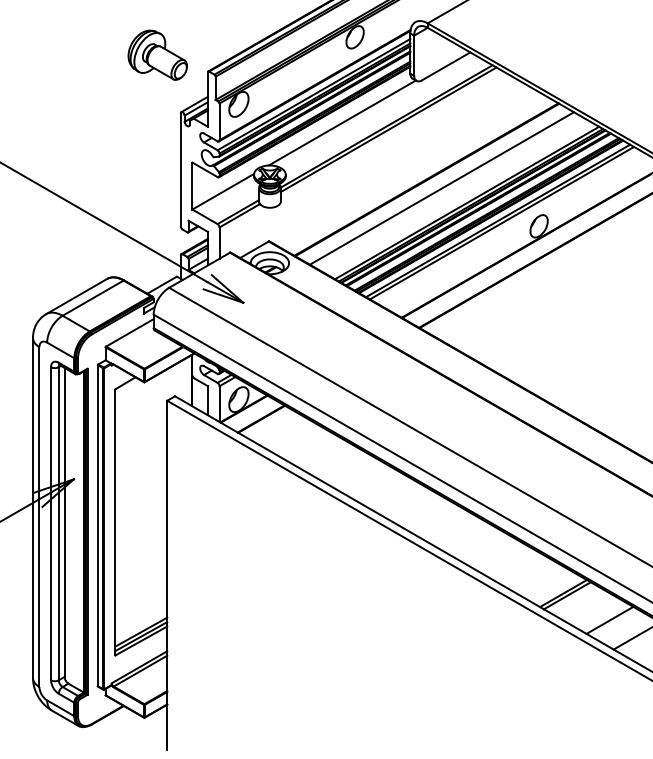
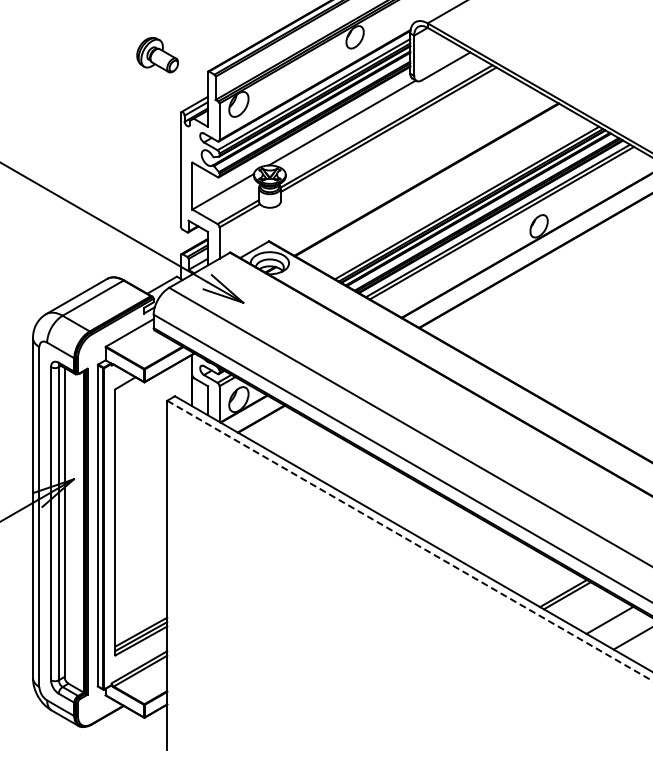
part at (157, 54) size: 61x52 px -> 43x37 px
line at (441, 188): present -> none
line at (409, 540): solid -> dashed
